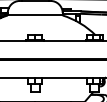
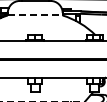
line at (35, 15): solid -> dashed
line at (43, 101): solid -> dashed
